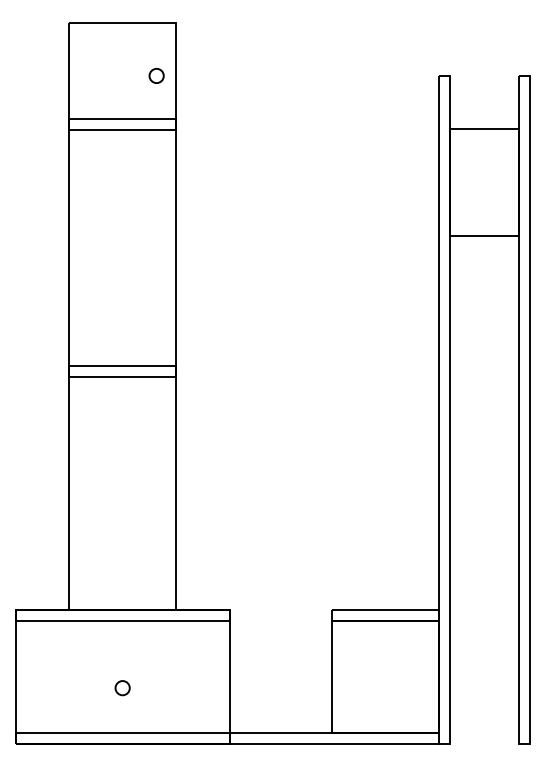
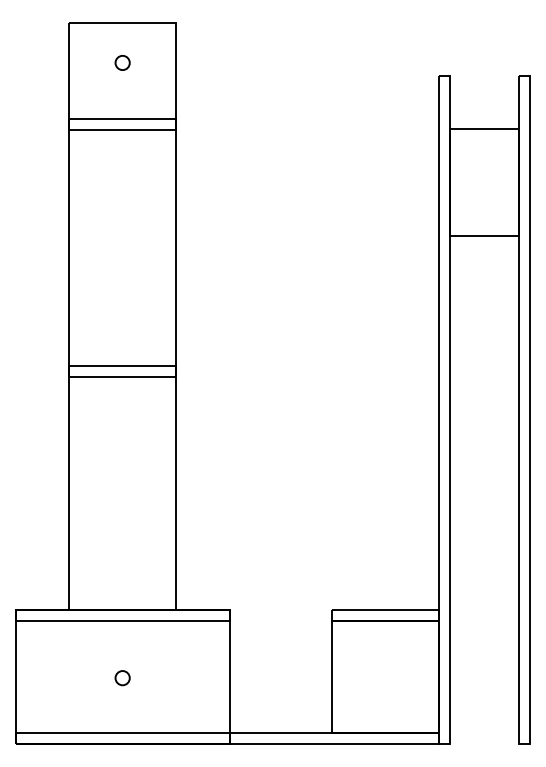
circle at (156, 75) position: (156, 75) -> (122, 62)
circle at (122, 688) position: (122, 688) -> (122, 678)
